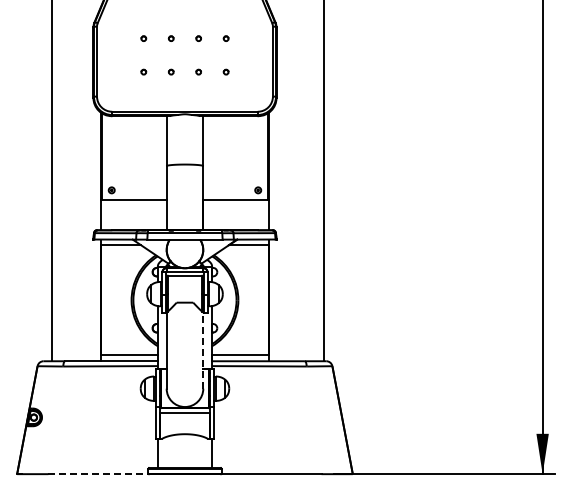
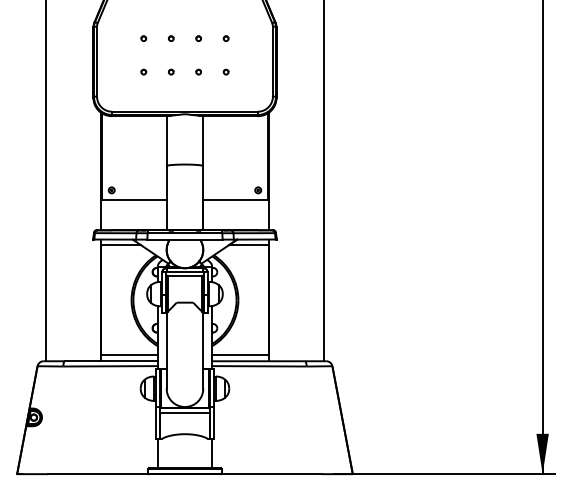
line at (52, 181) position: (52, 181) -> (46, 181)
line at (203, 350): dashed -> solid
line at (99, 474): dashed -> solid
